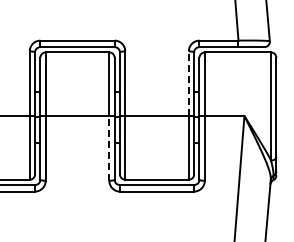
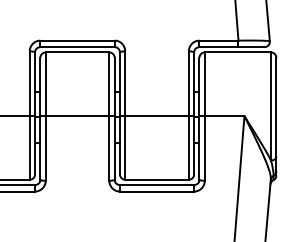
line at (188, 83): dashed -> solid
line at (109, 147): dashed -> solid
